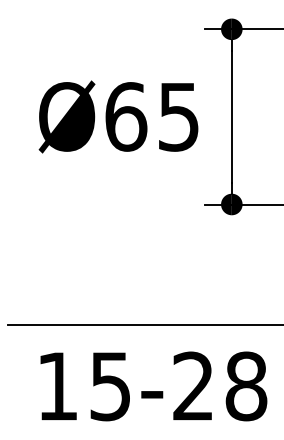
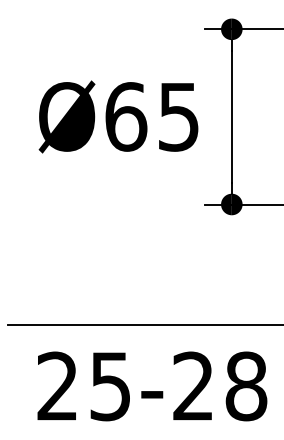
text at (56, 385): 15-28 -> 25-28
